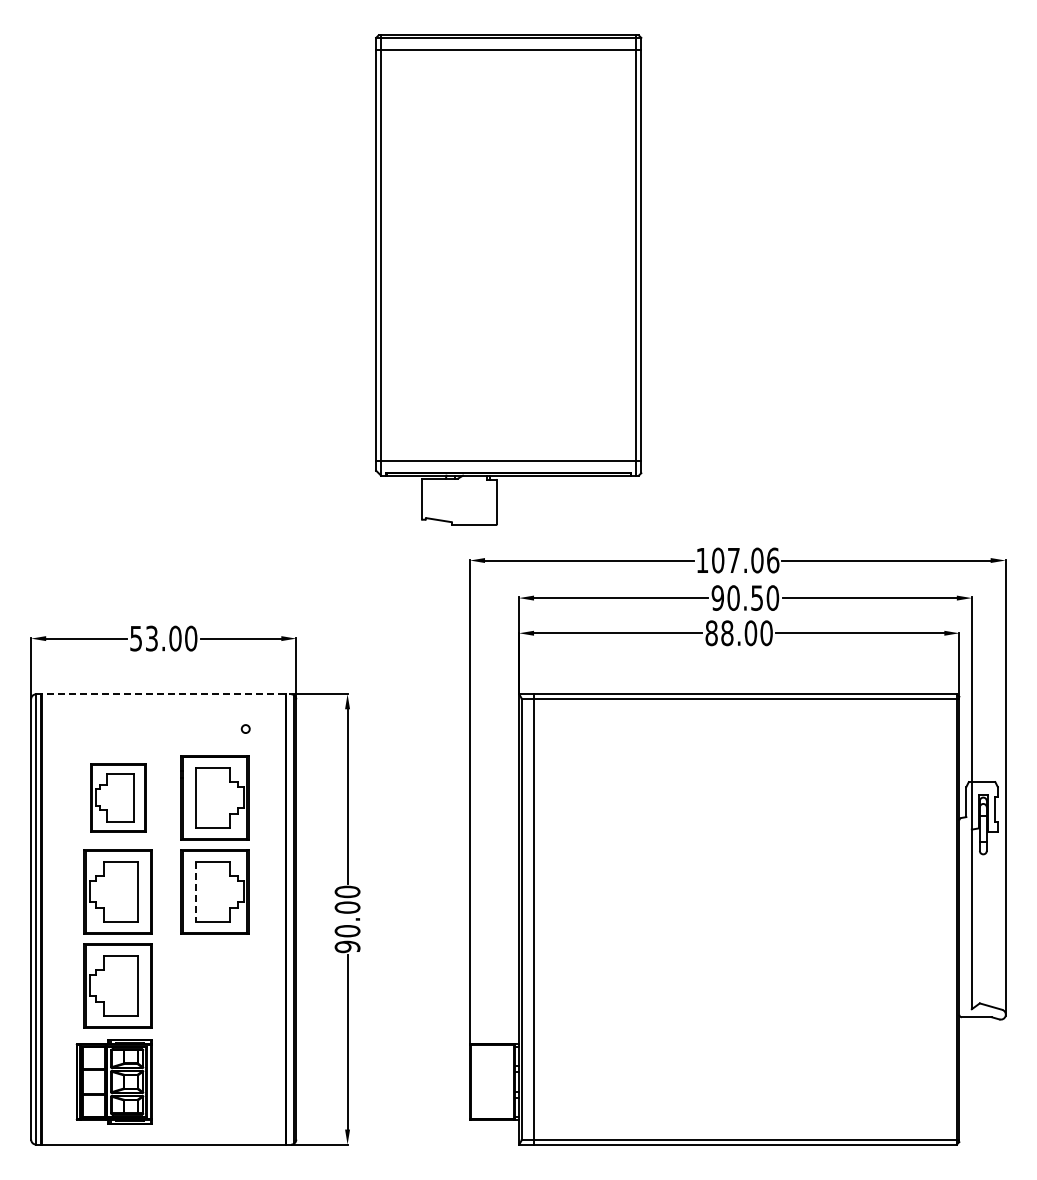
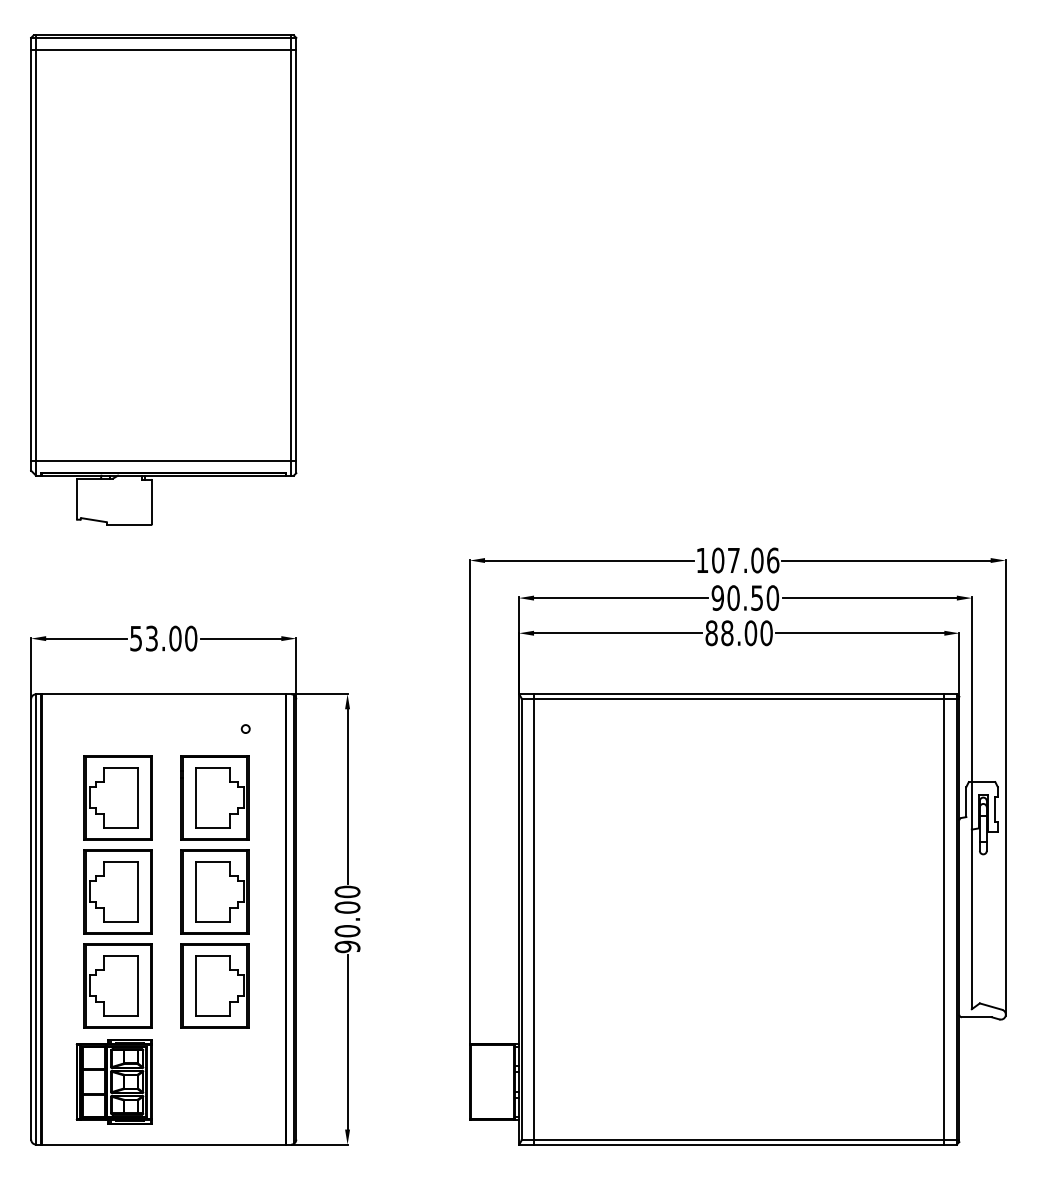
part at (508, 279) position: (508, 279) -> (163, 279)
line at (163, 694): dashed -> solid
part at (118, 797) size: 57x70 px -> 70x86 px
line at (195, 892): dashed -> solid
line at (944, 919): none -> present
part at (214, 985): none -> present
